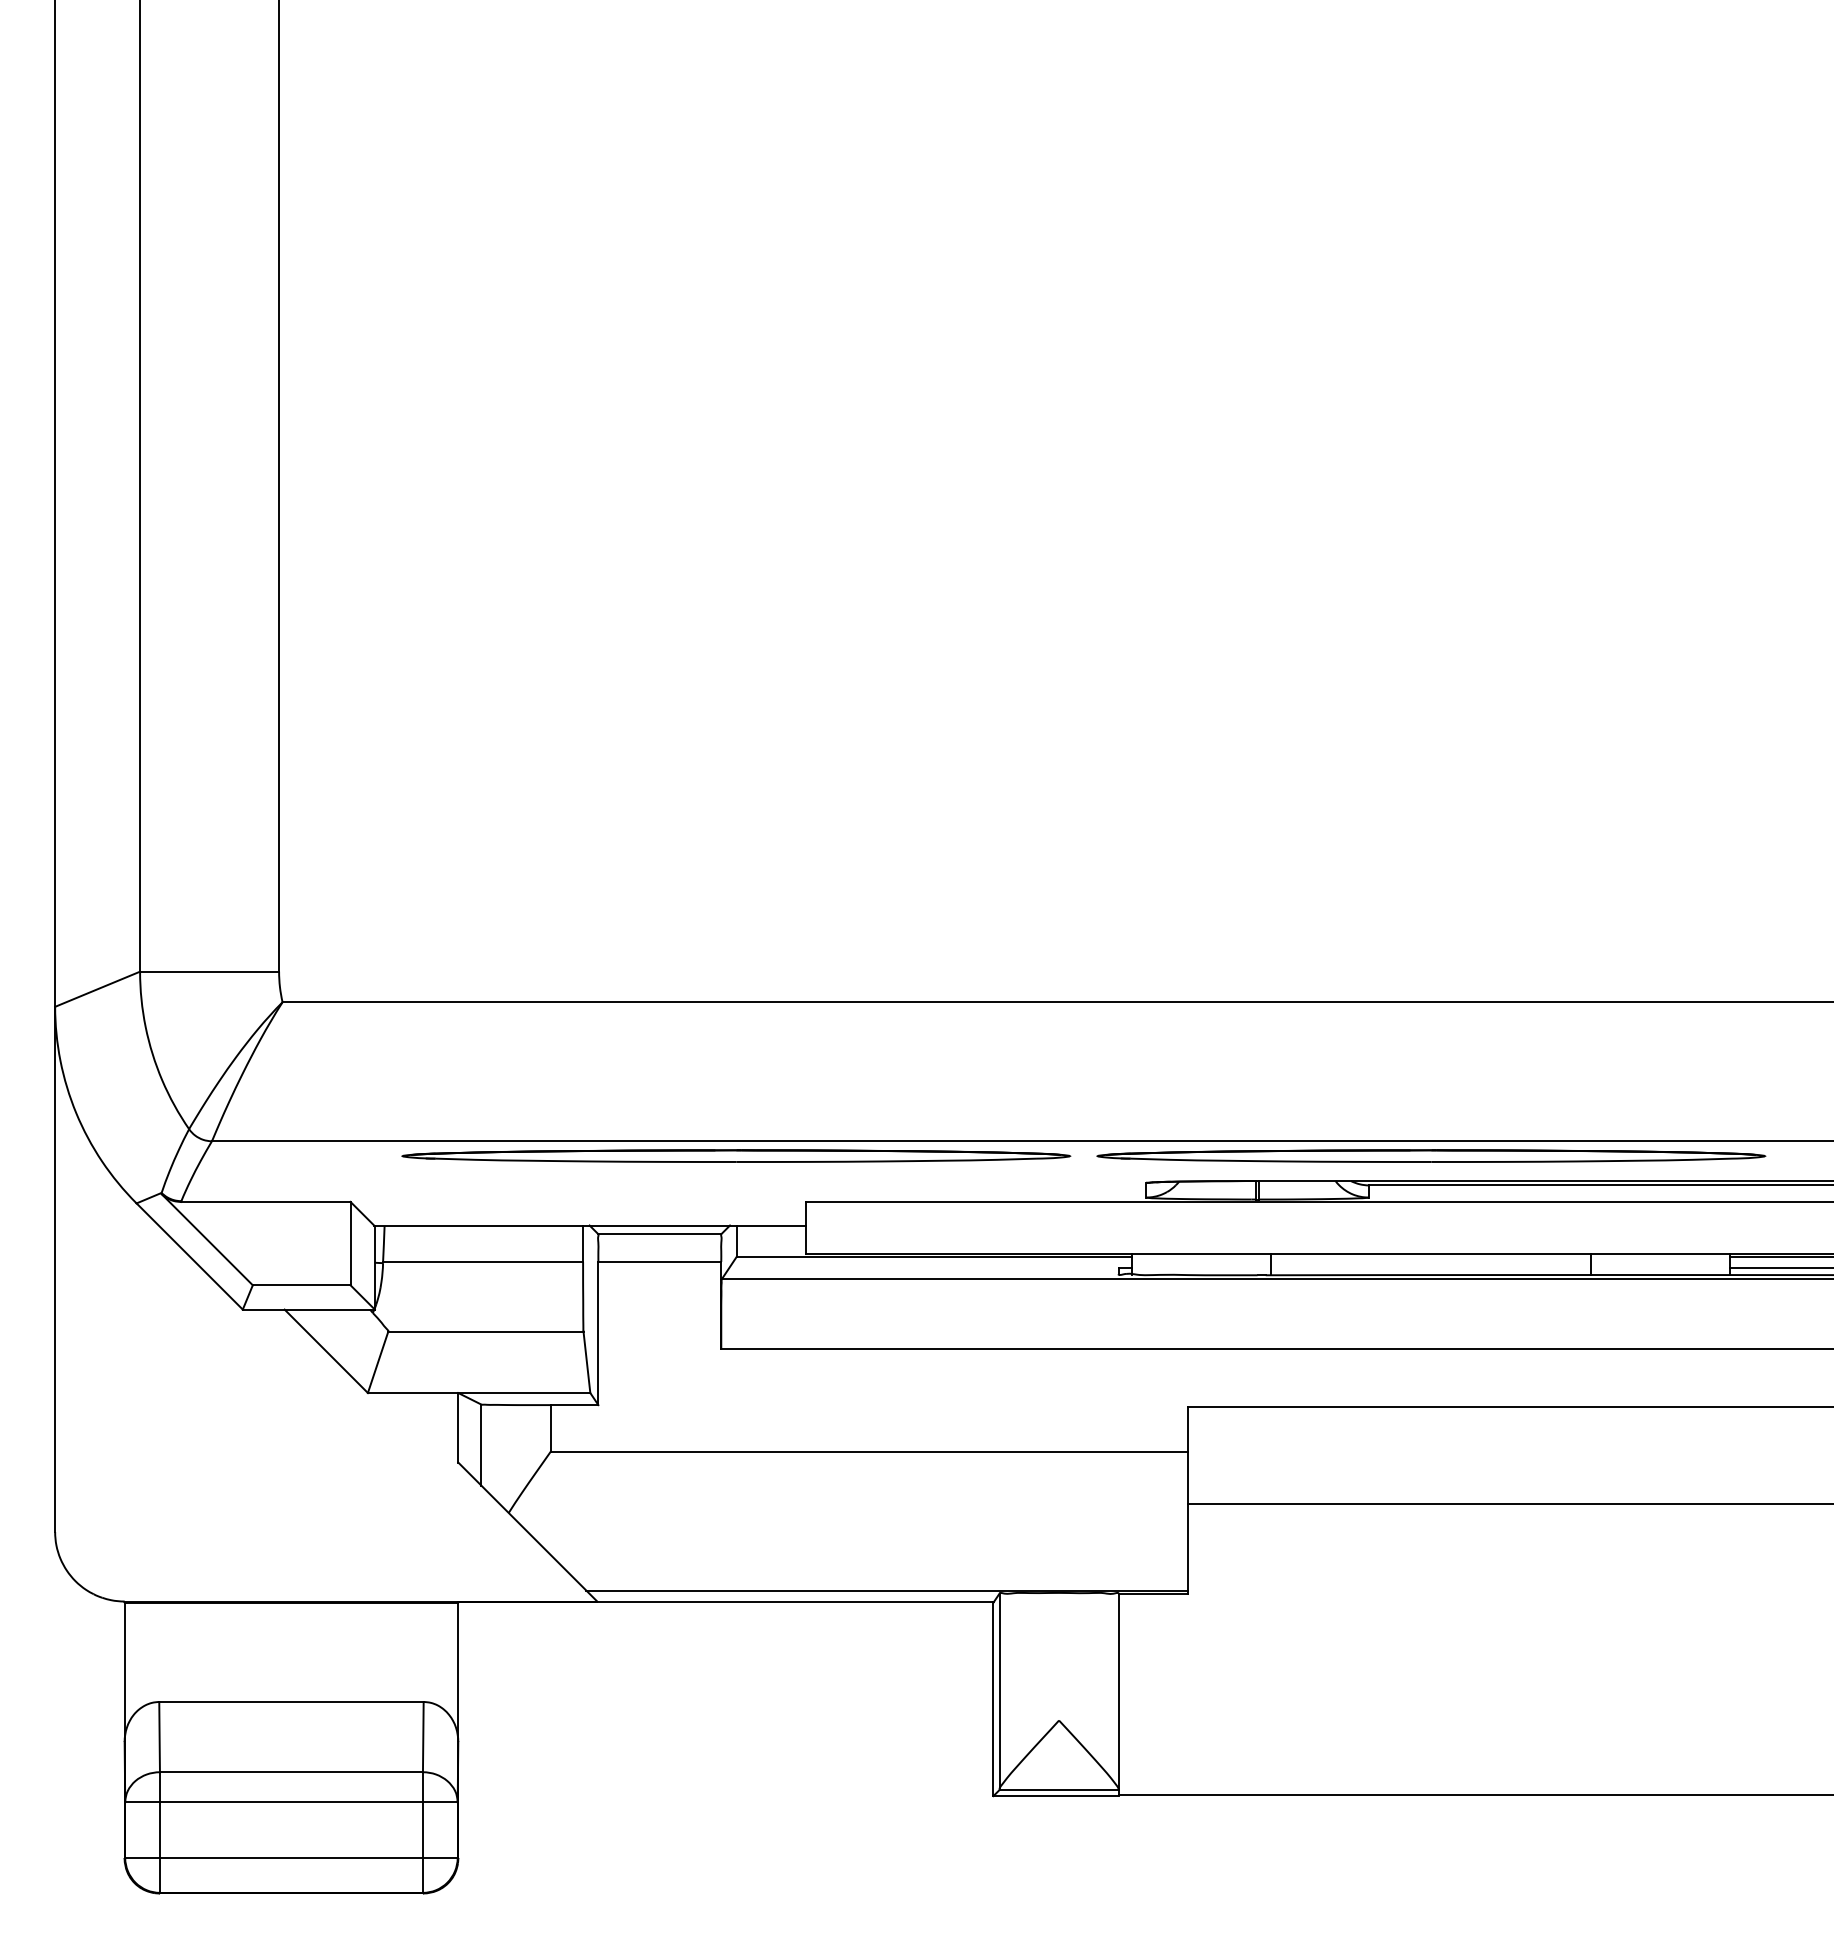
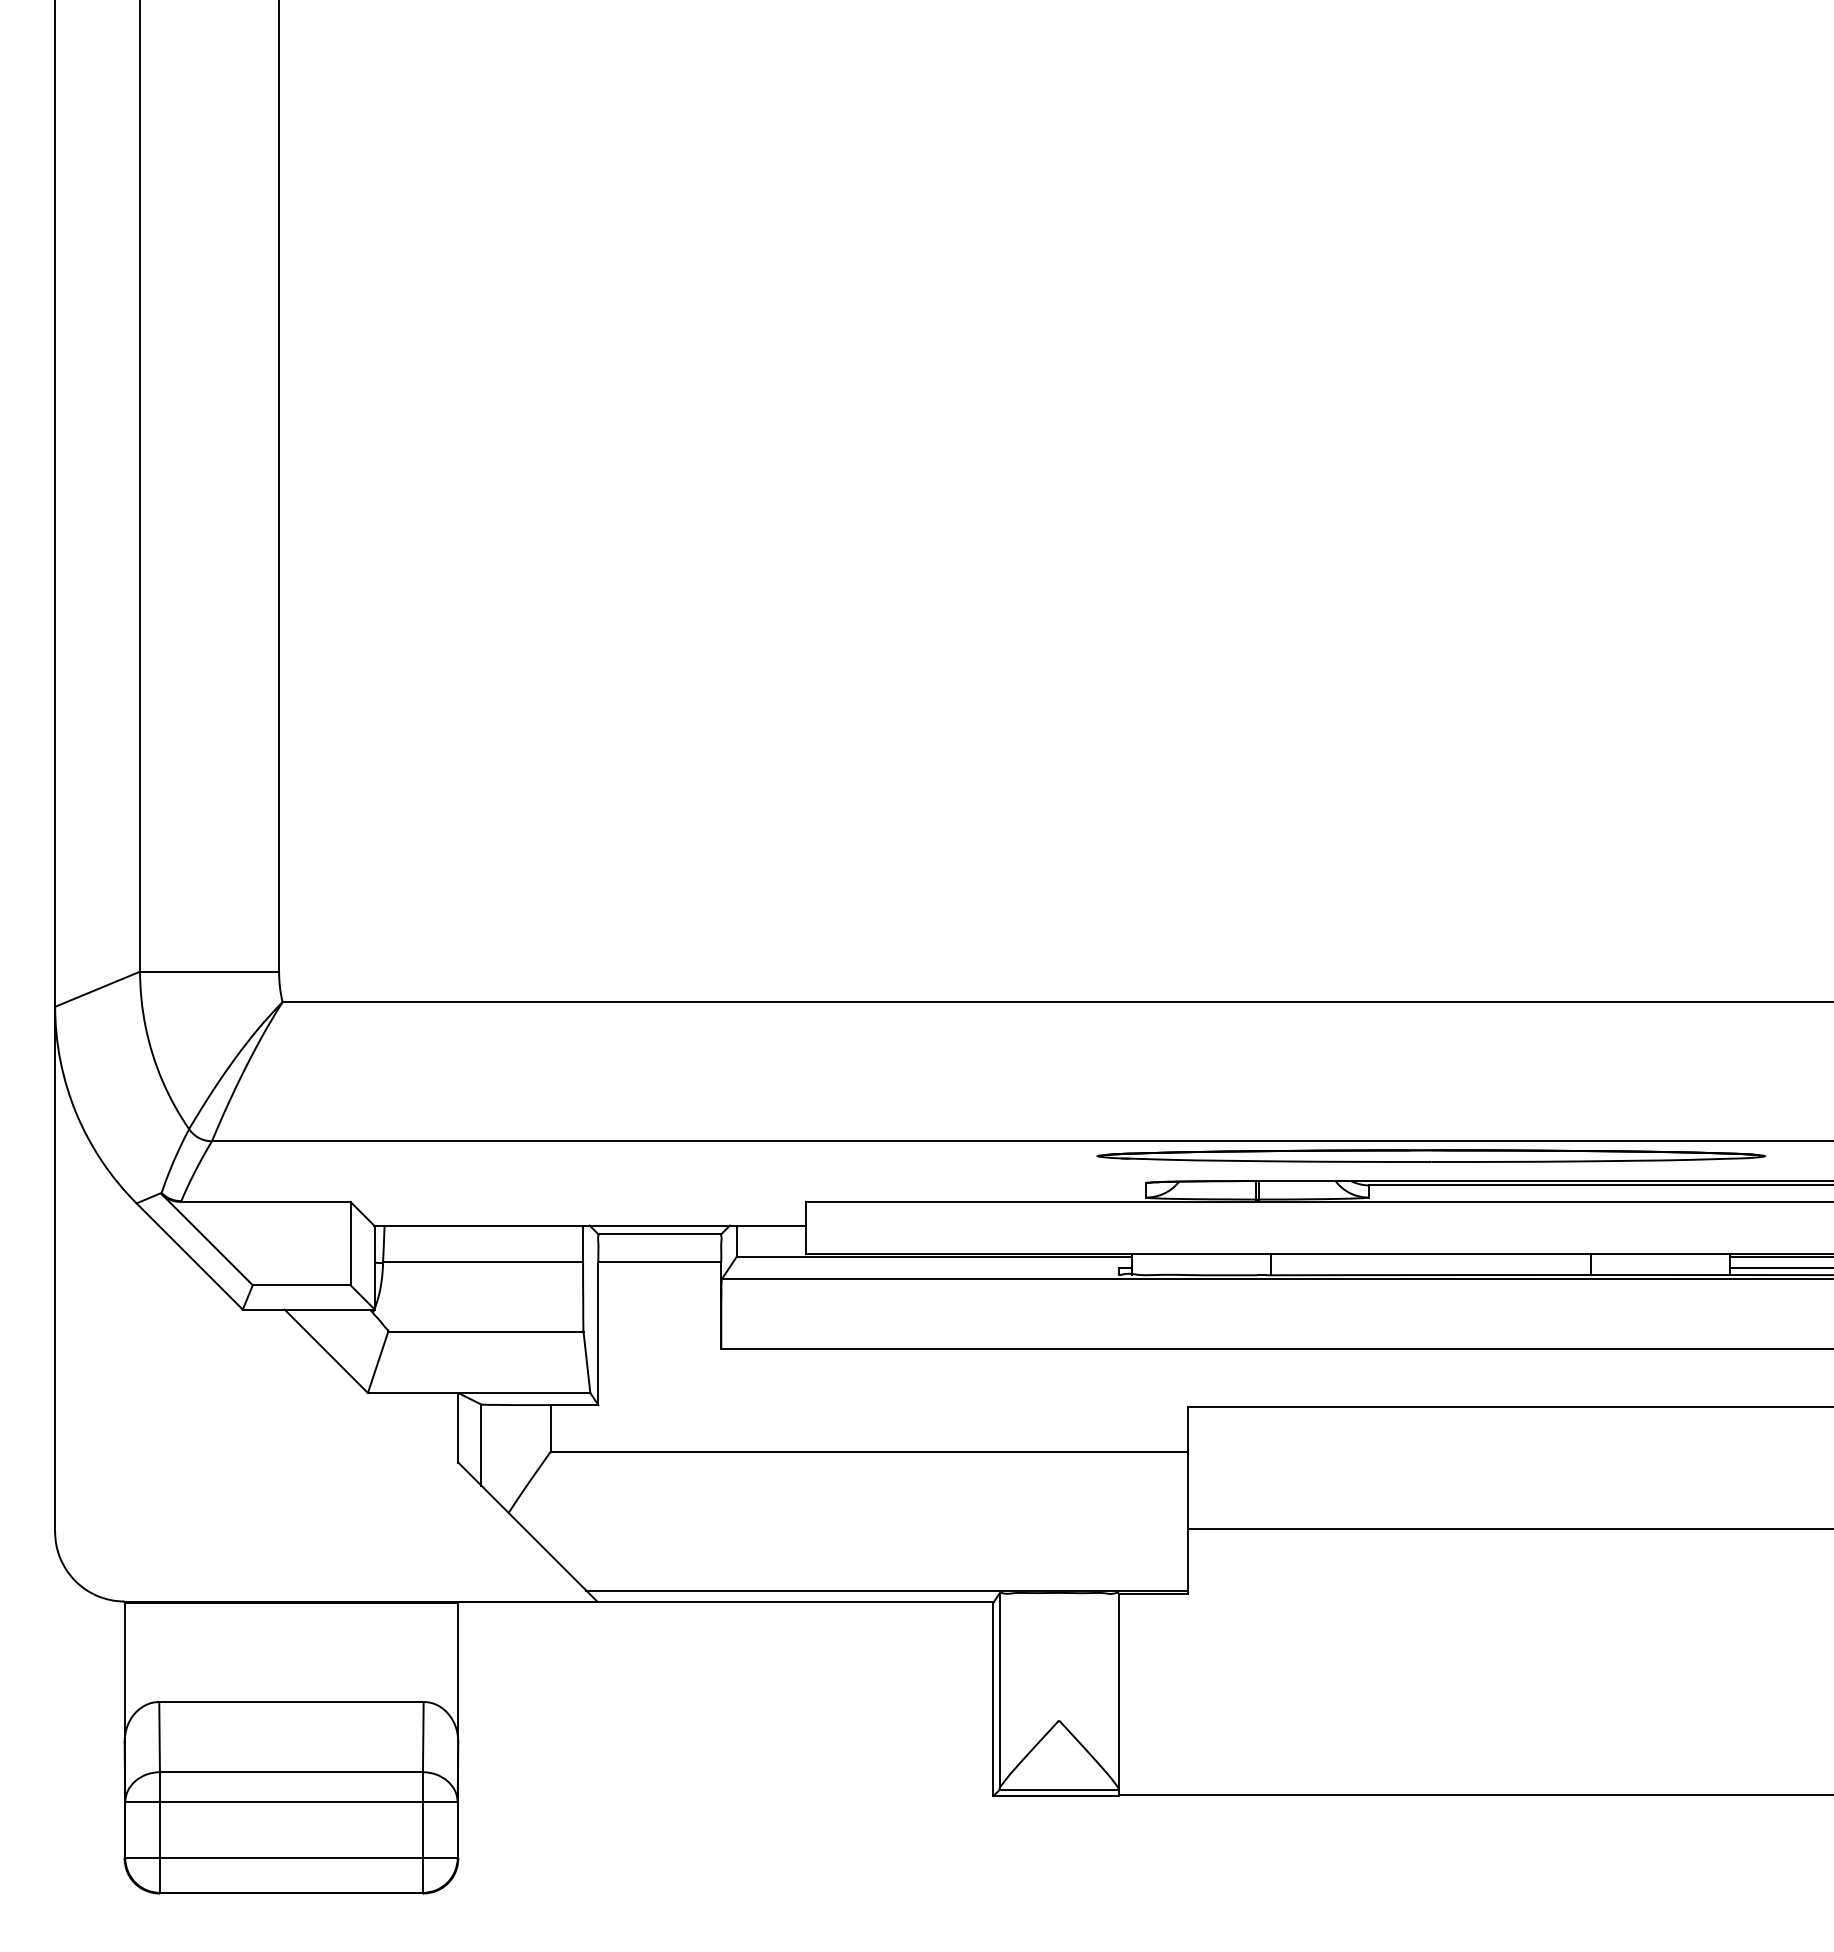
part at (736, 1155): present -> none
line at (1509, 1504) position: (1509, 1504) -> (1509, 1529)
